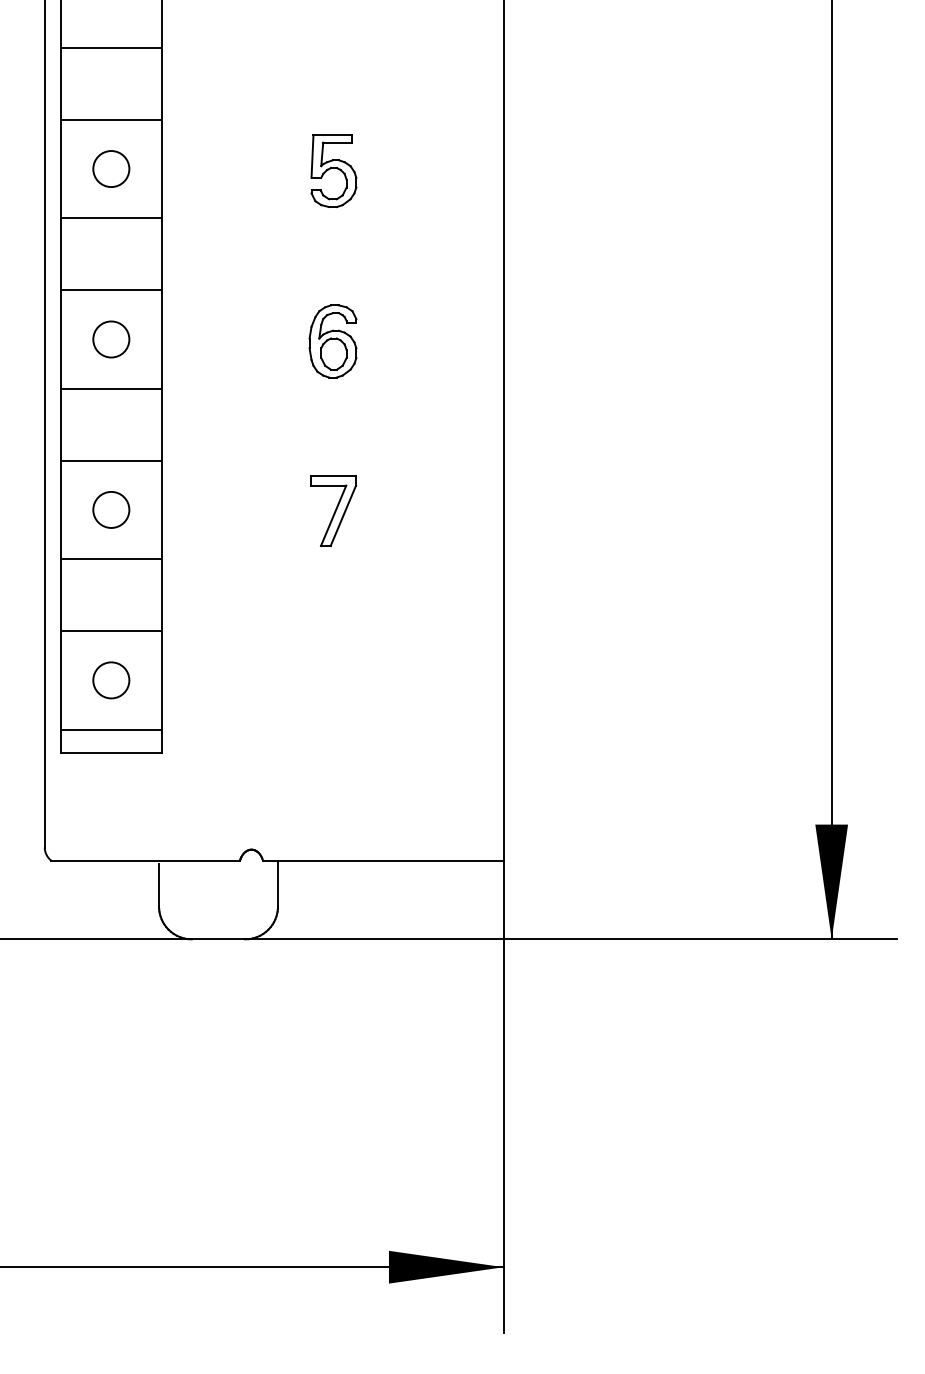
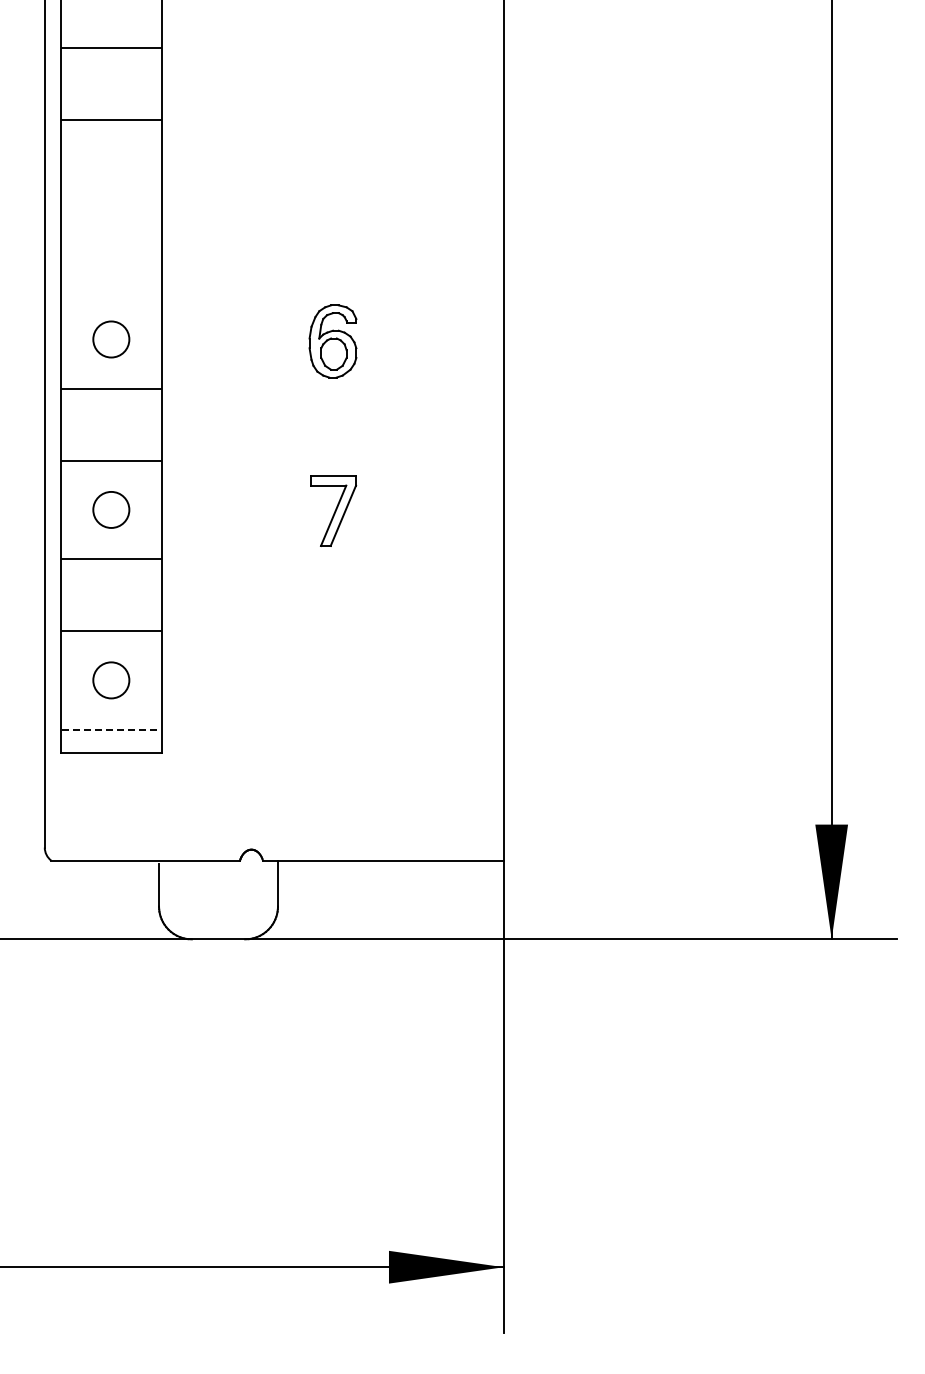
circle at (111, 168): present -> none
part at (333, 170): present -> none
line at (111, 218): present -> none
line at (111, 290): present -> none
line at (111, 729): solid -> dashed
